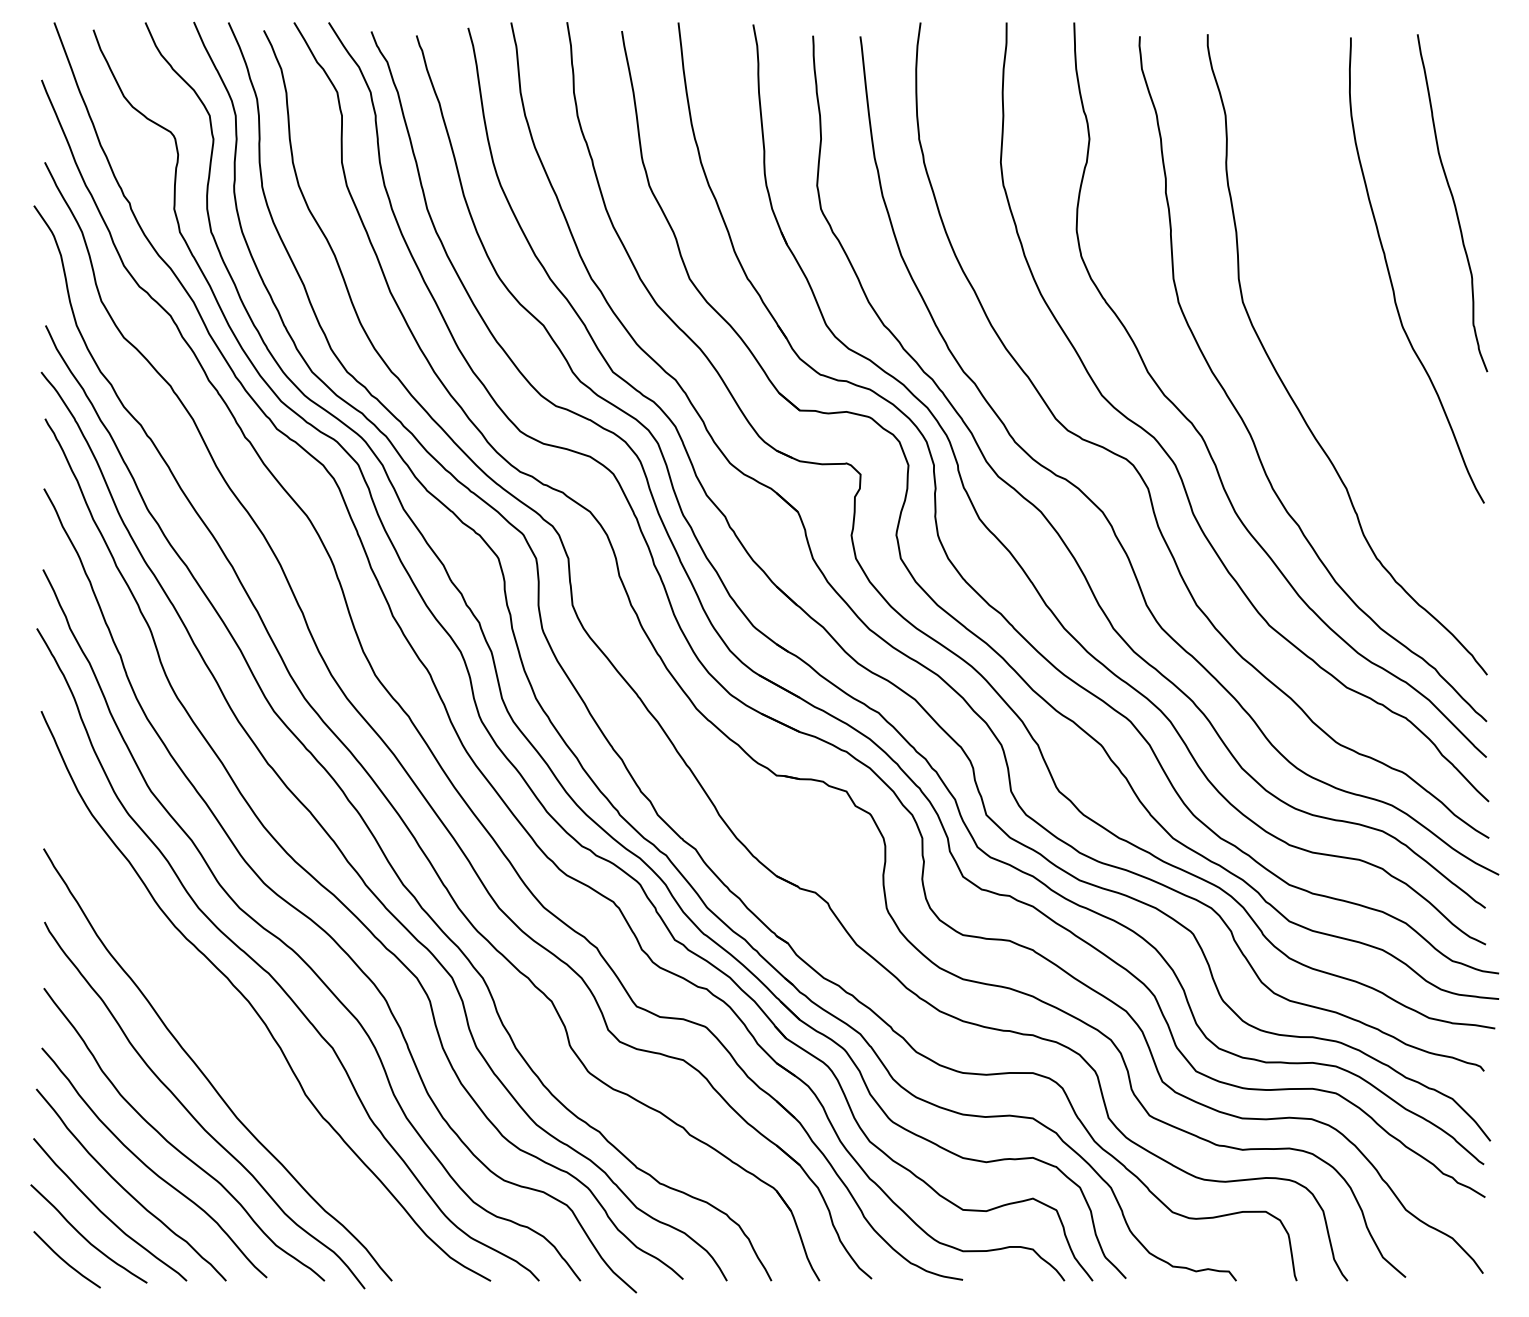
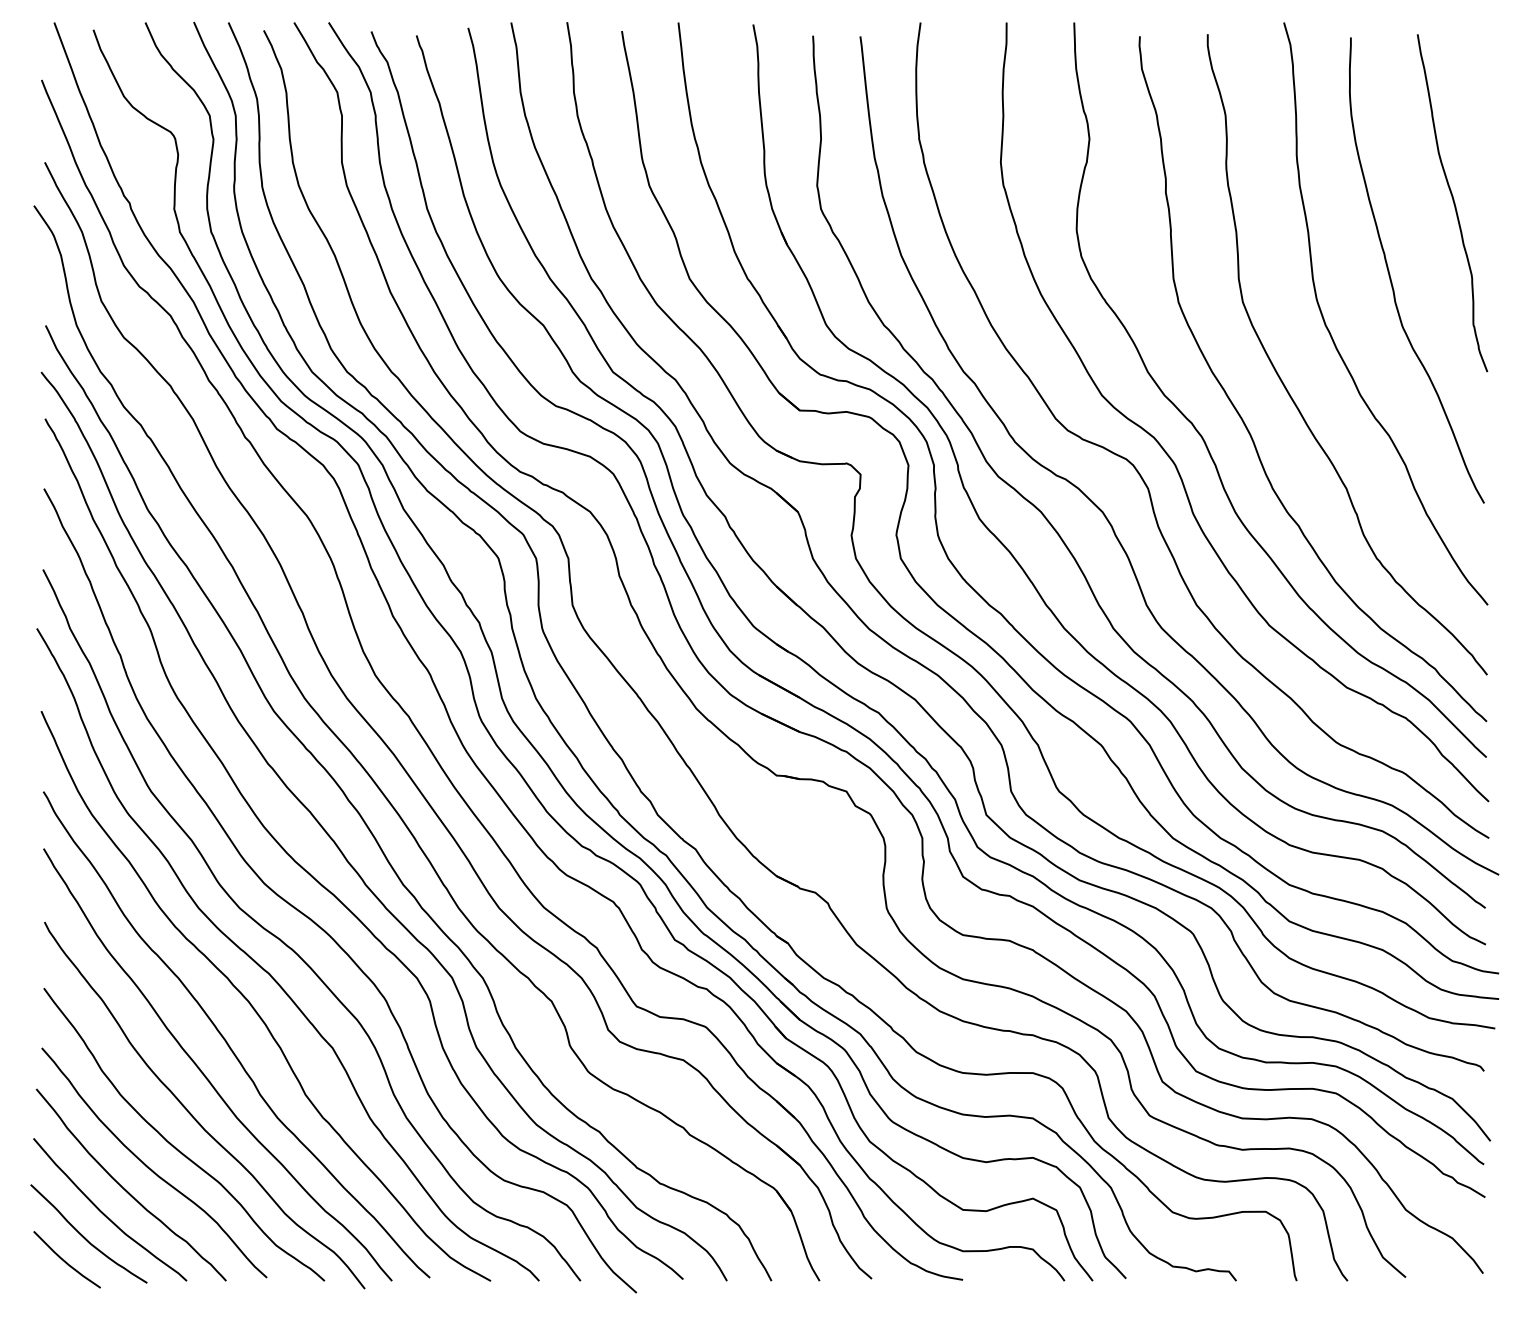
curve at (1333, 338): none -> present
curve at (227, 1041): none -> present
